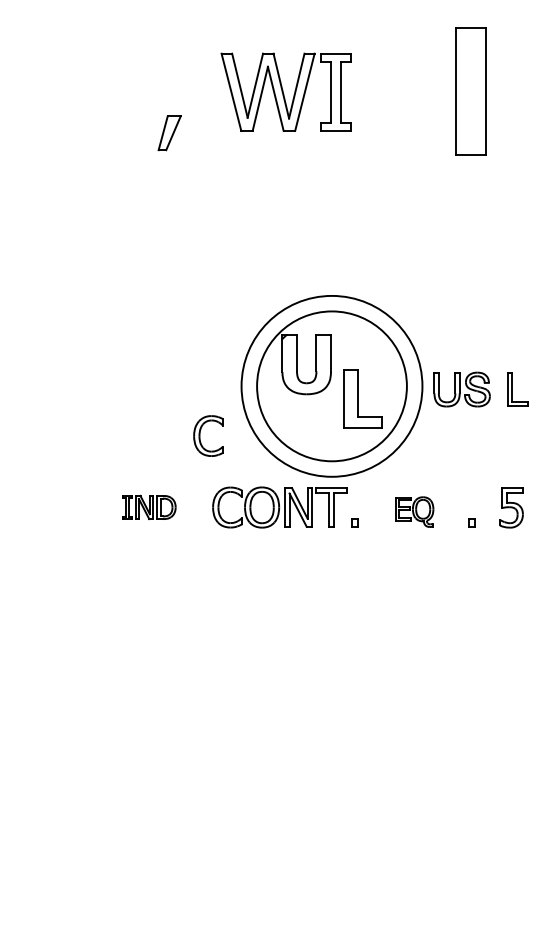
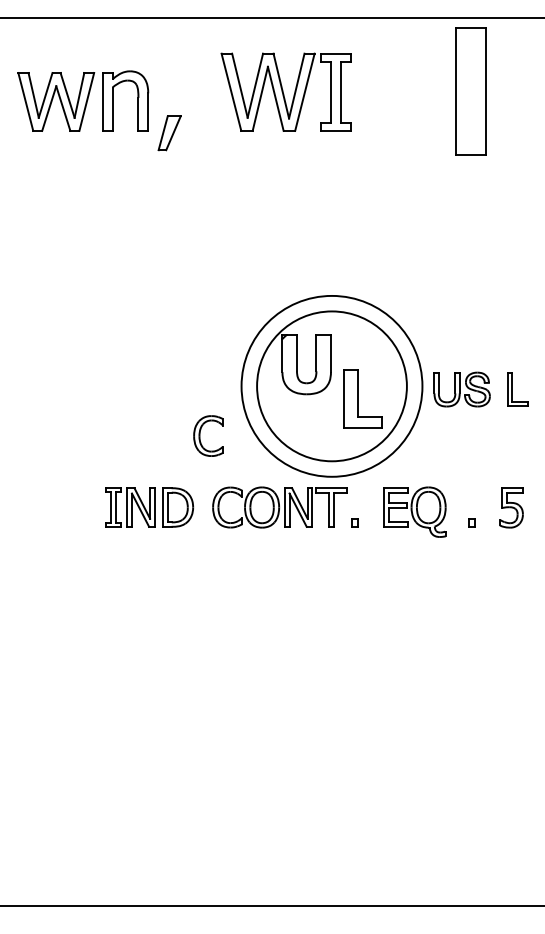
line at (271, 17): none -> present
part at (83, 100): none -> present
part at (149, 506) size: 55x26 px -> 89x41 px
part at (414, 511) size: 40x32 px -> 64x52 px
line at (271, 905): none -> present
